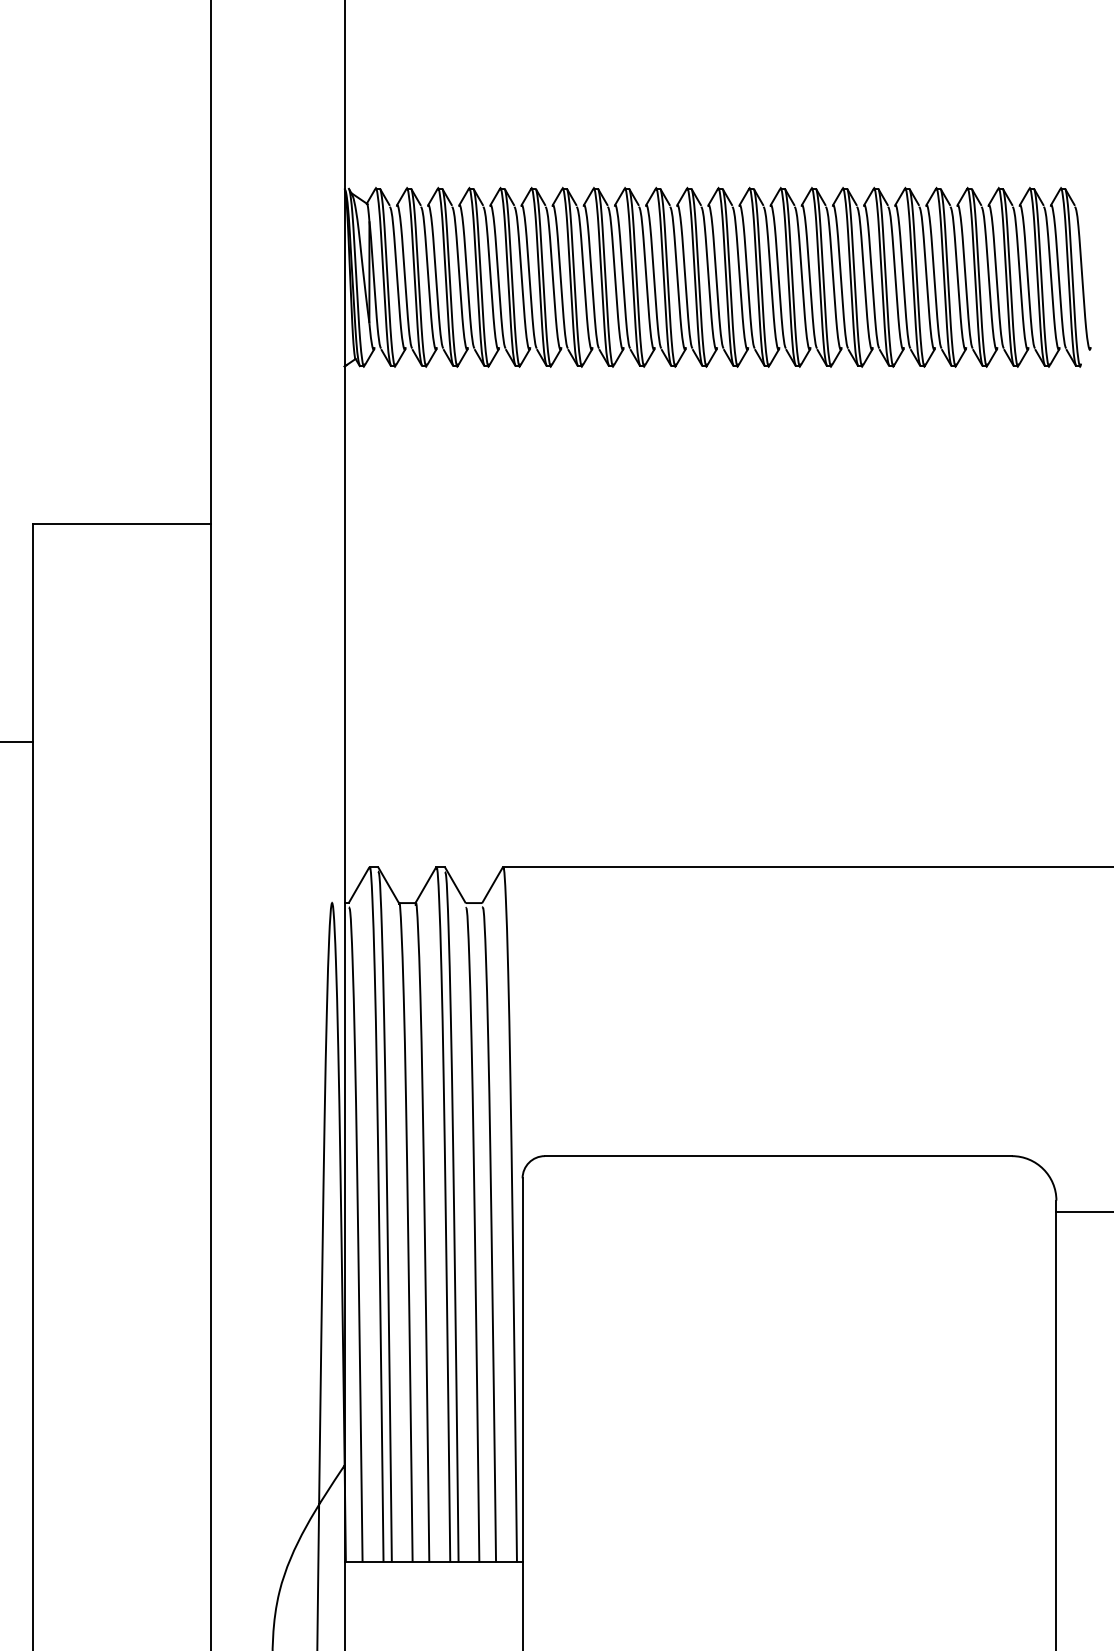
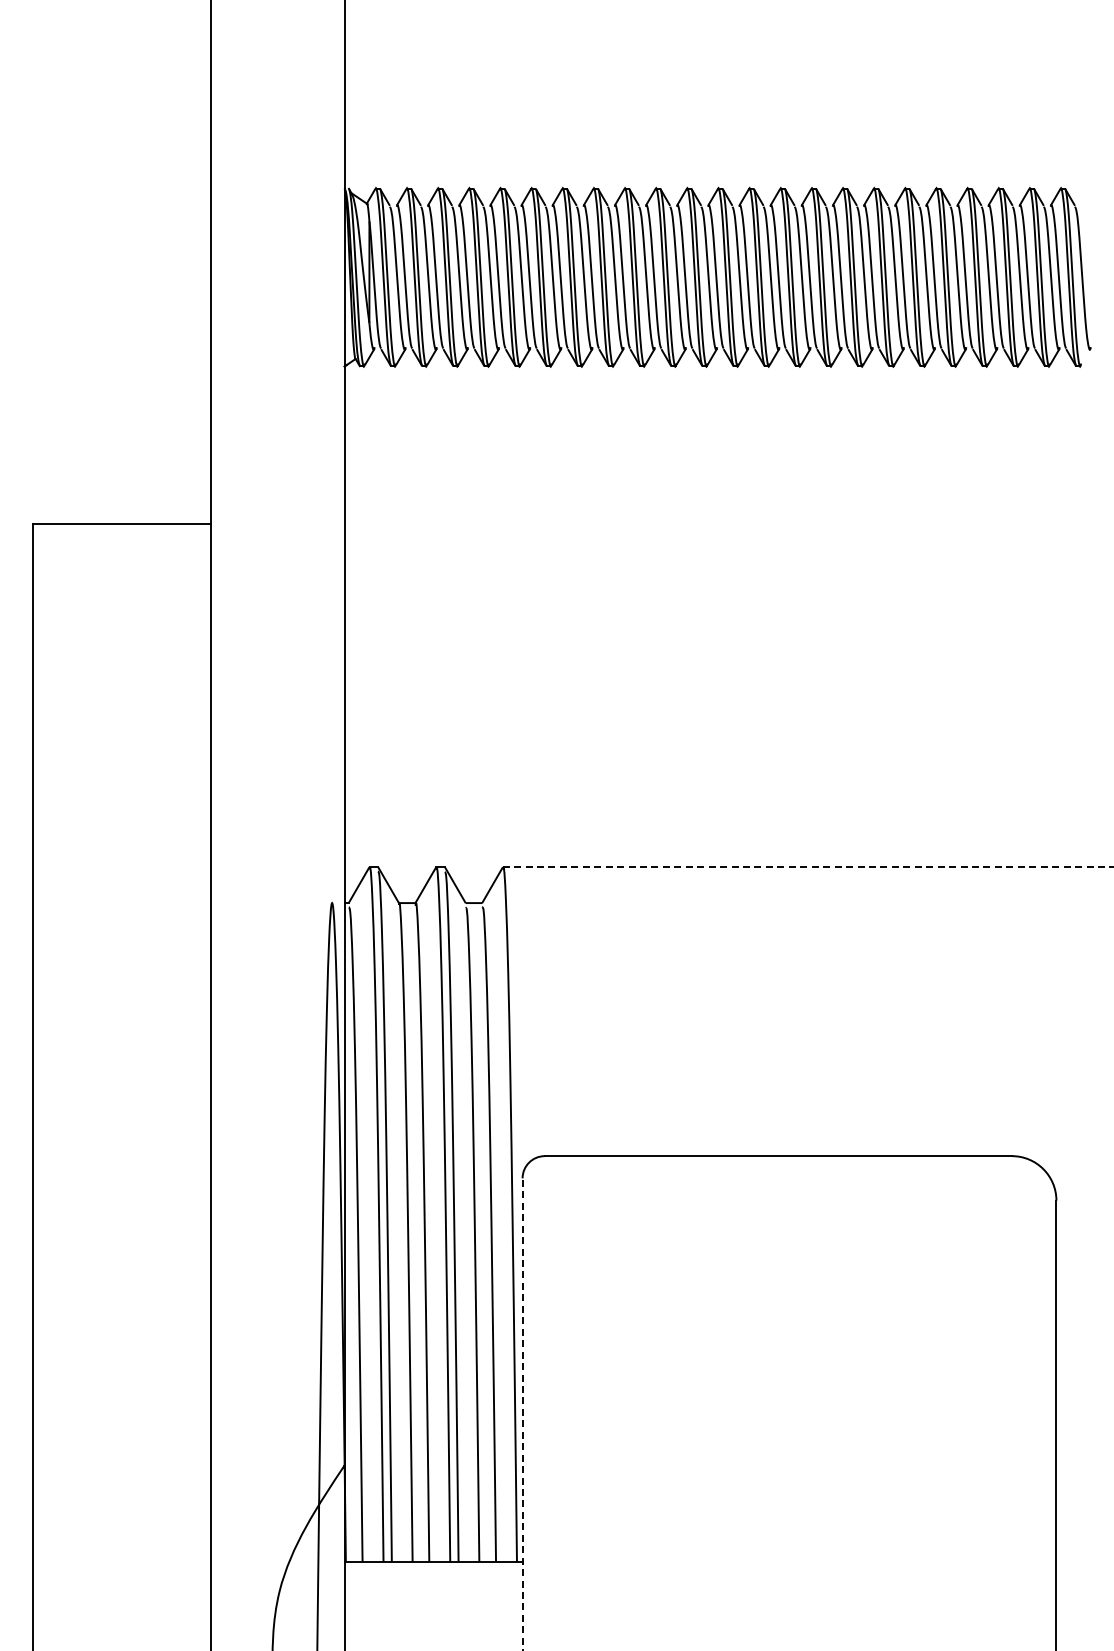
line at (17, 742): present -> none
line at (808, 866): solid -> dashed
line at (1083, 1211): present -> none
line at (522, 1414): solid -> dashed
